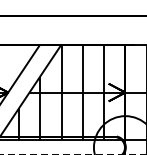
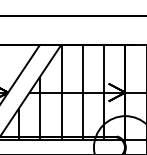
line at (72, 154): dashed -> solid
